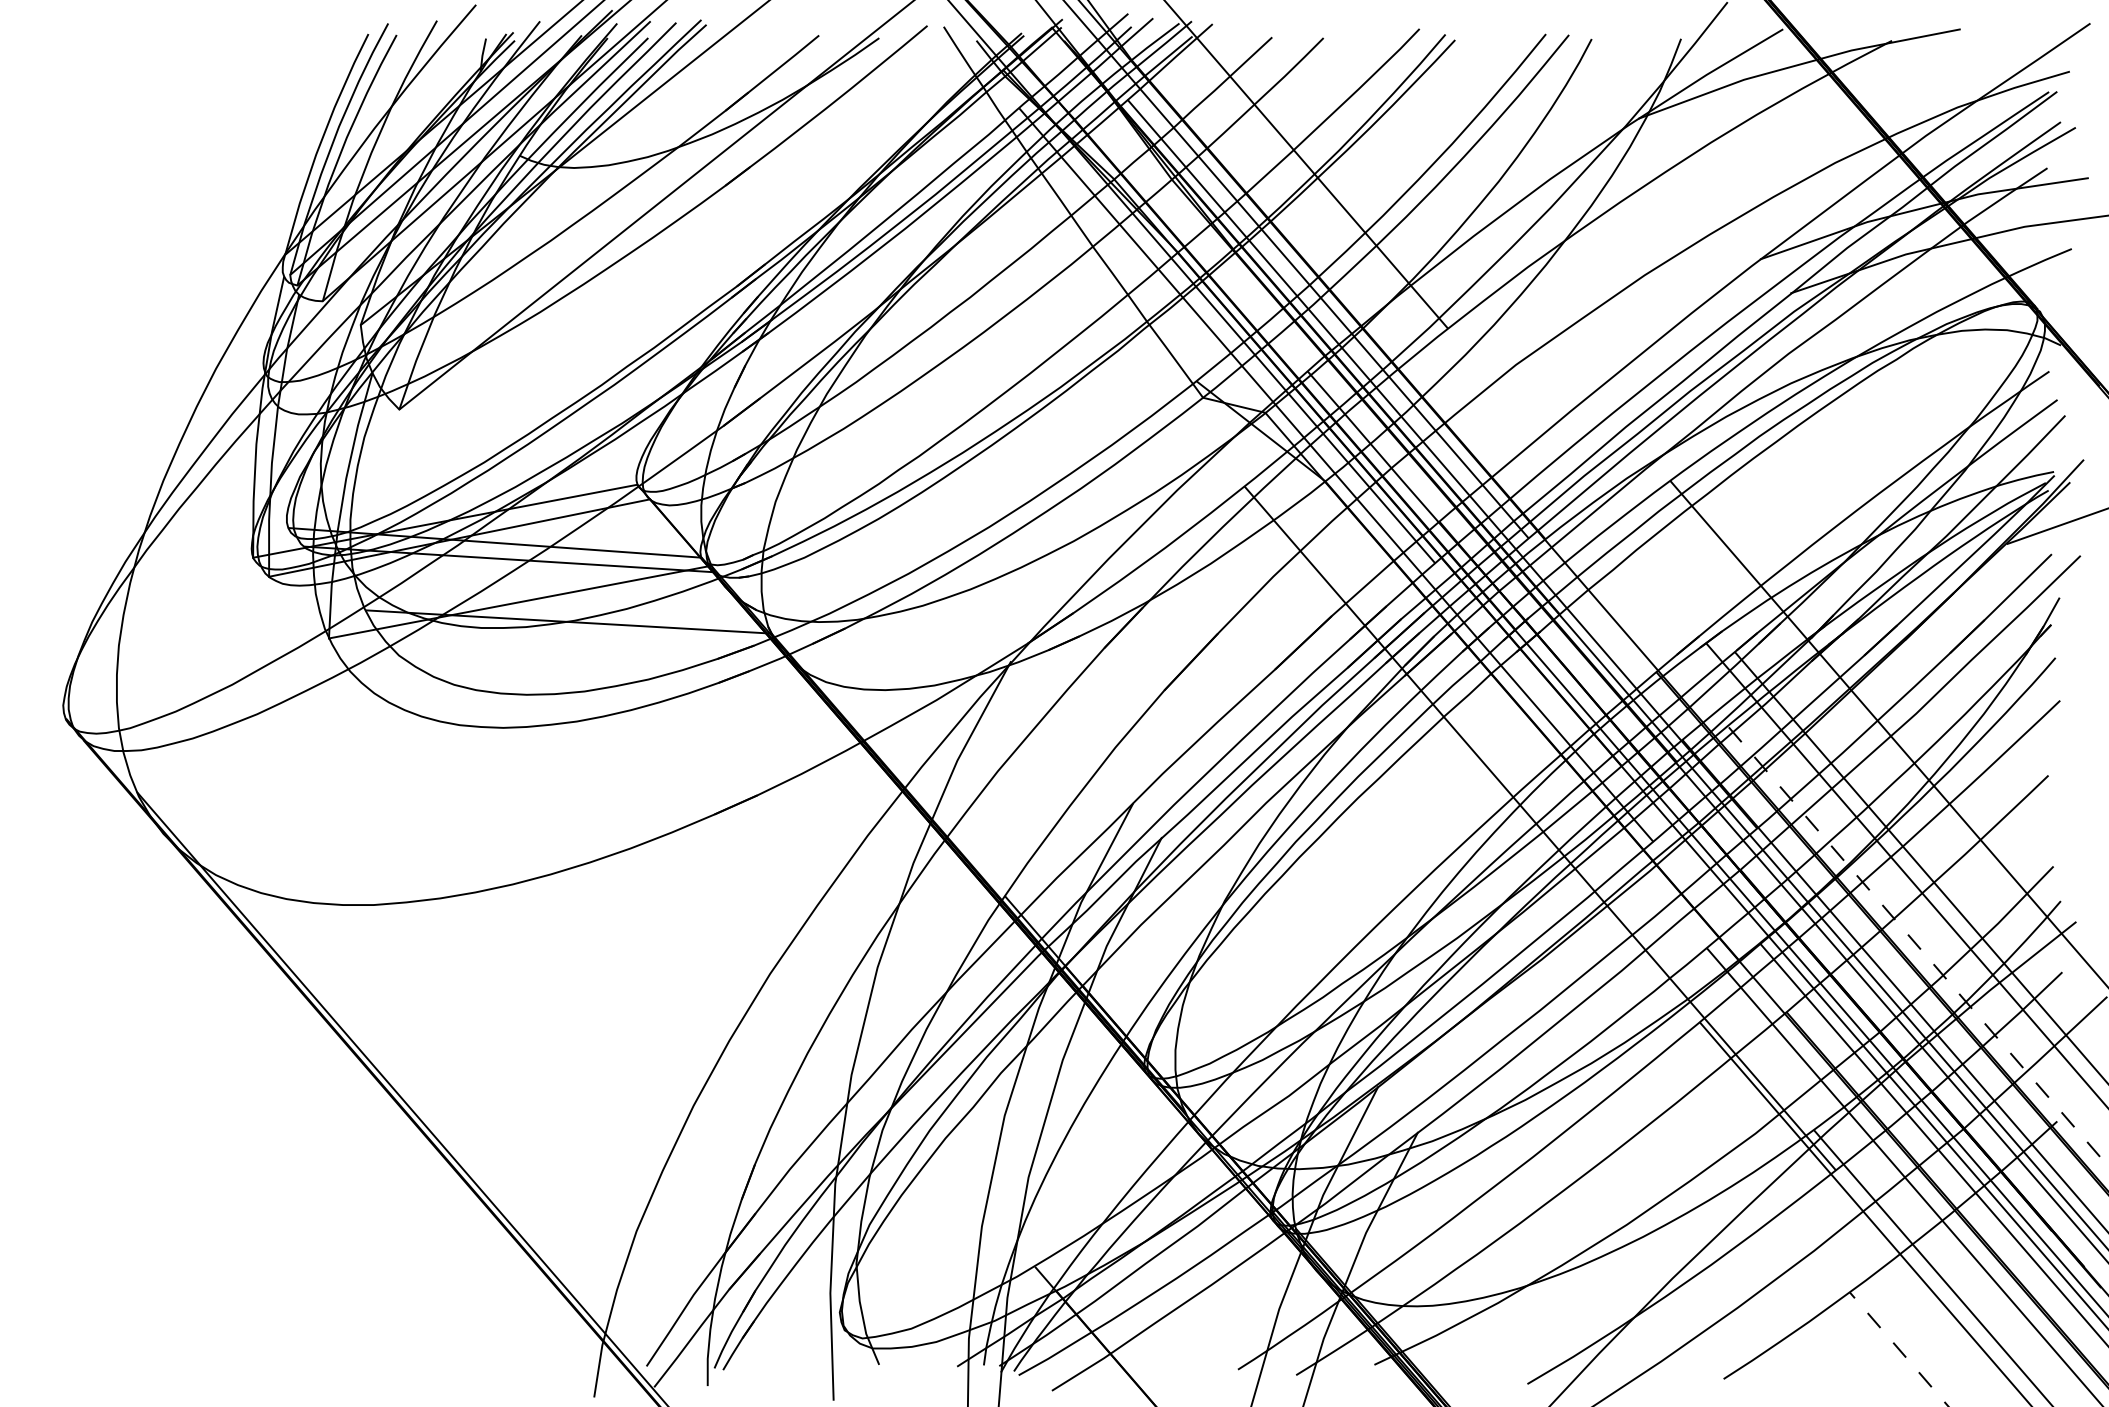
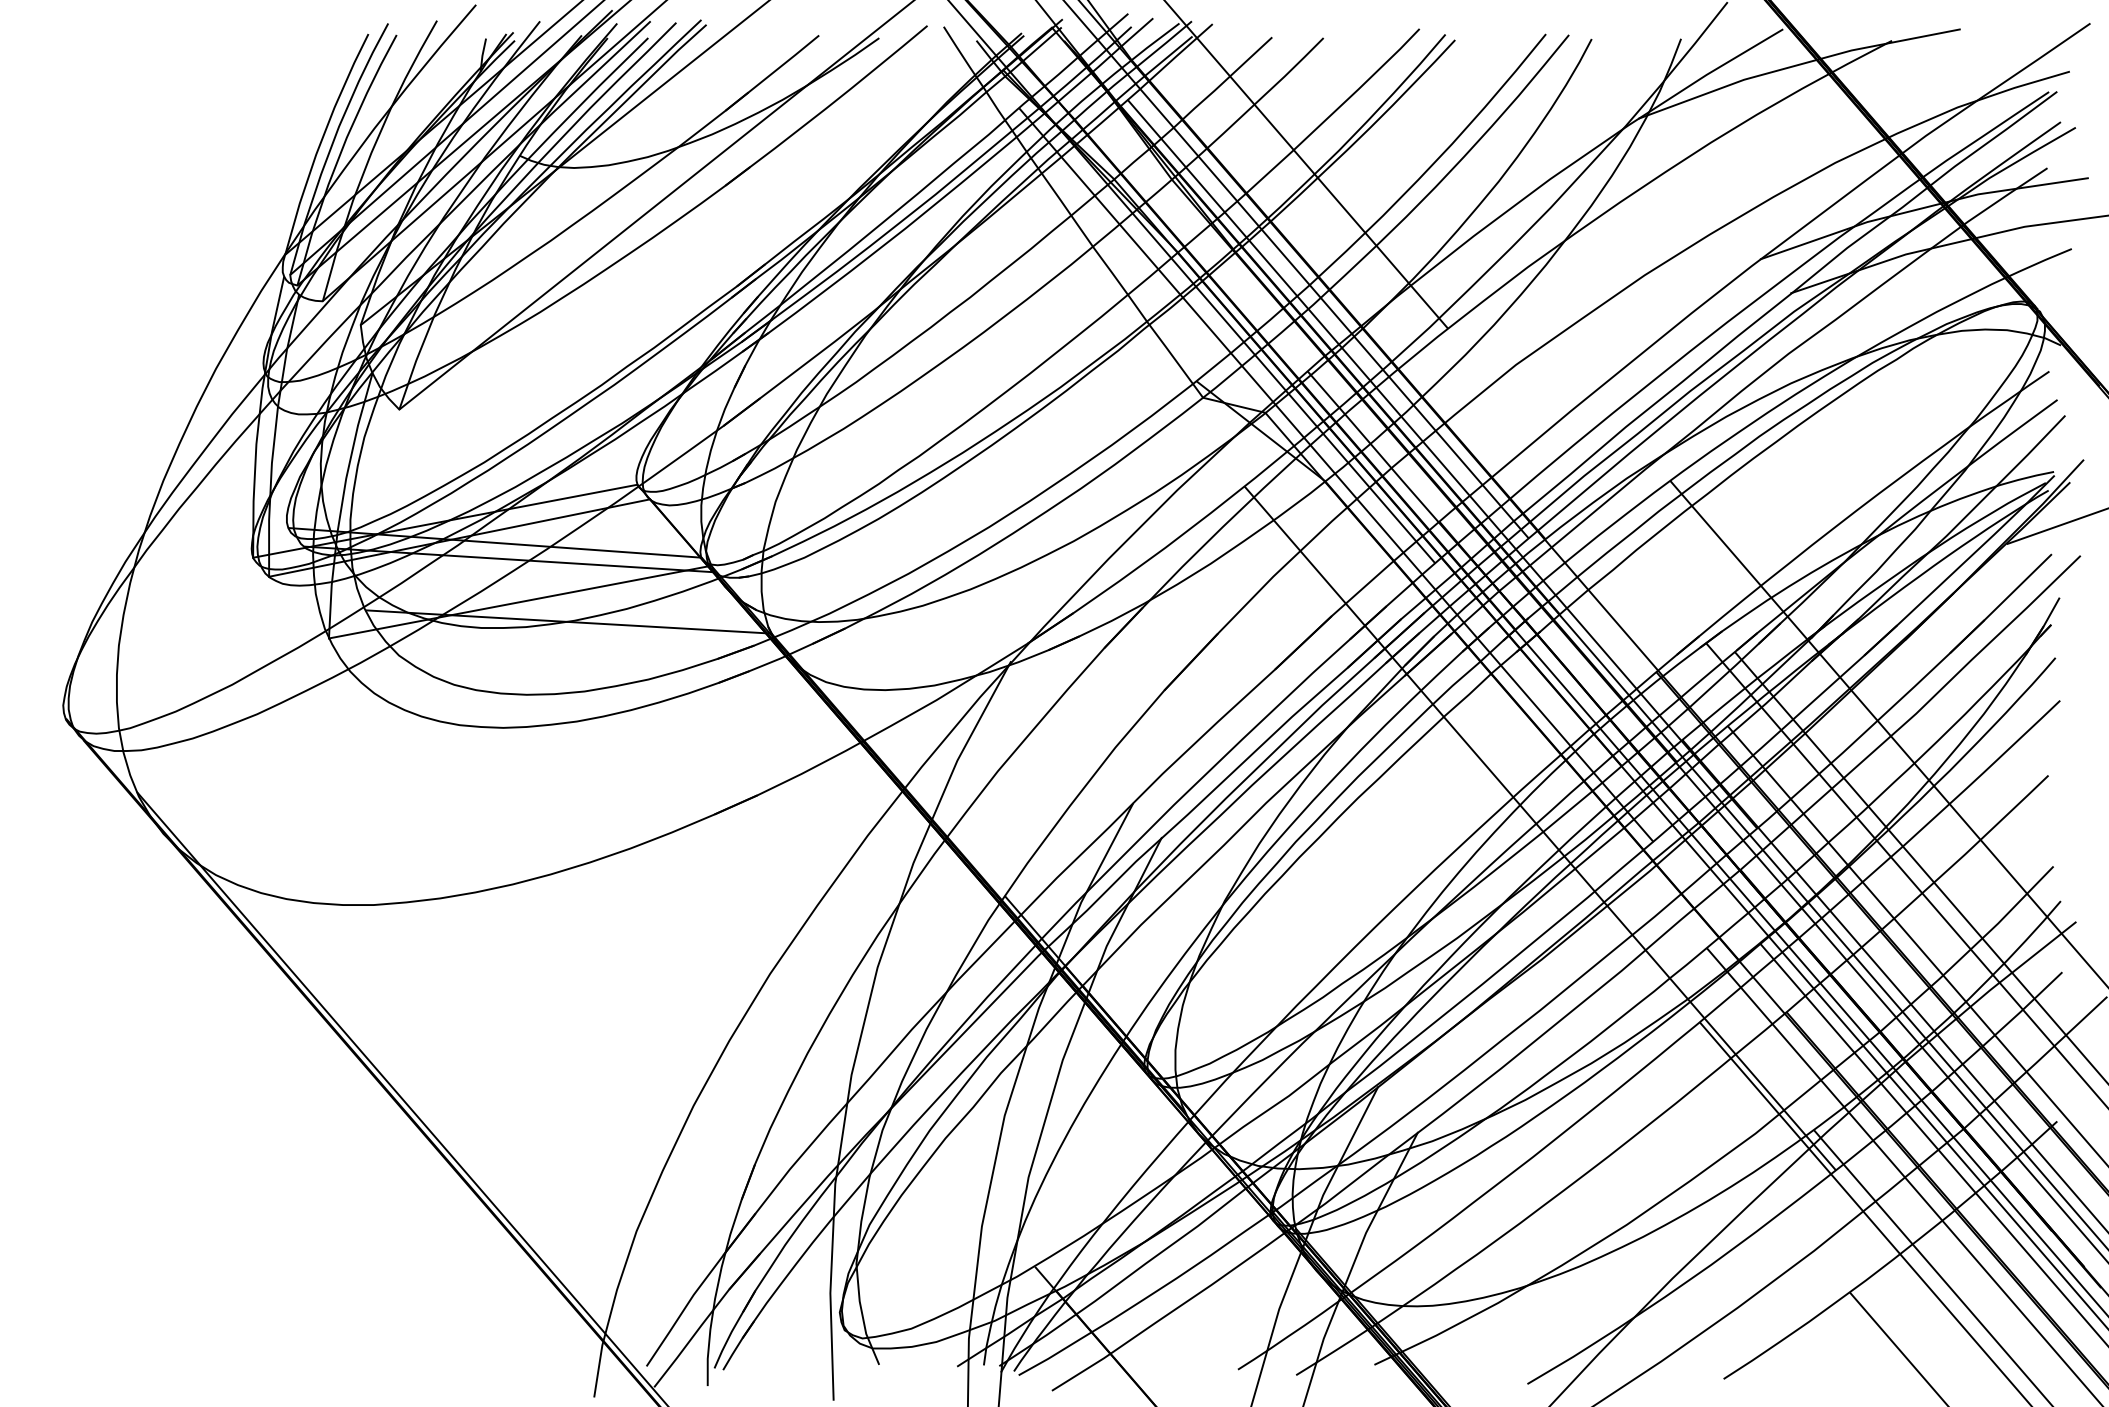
line at (1918, 946): dashed -> solid
line at (1898, 1349): dashed -> solid
